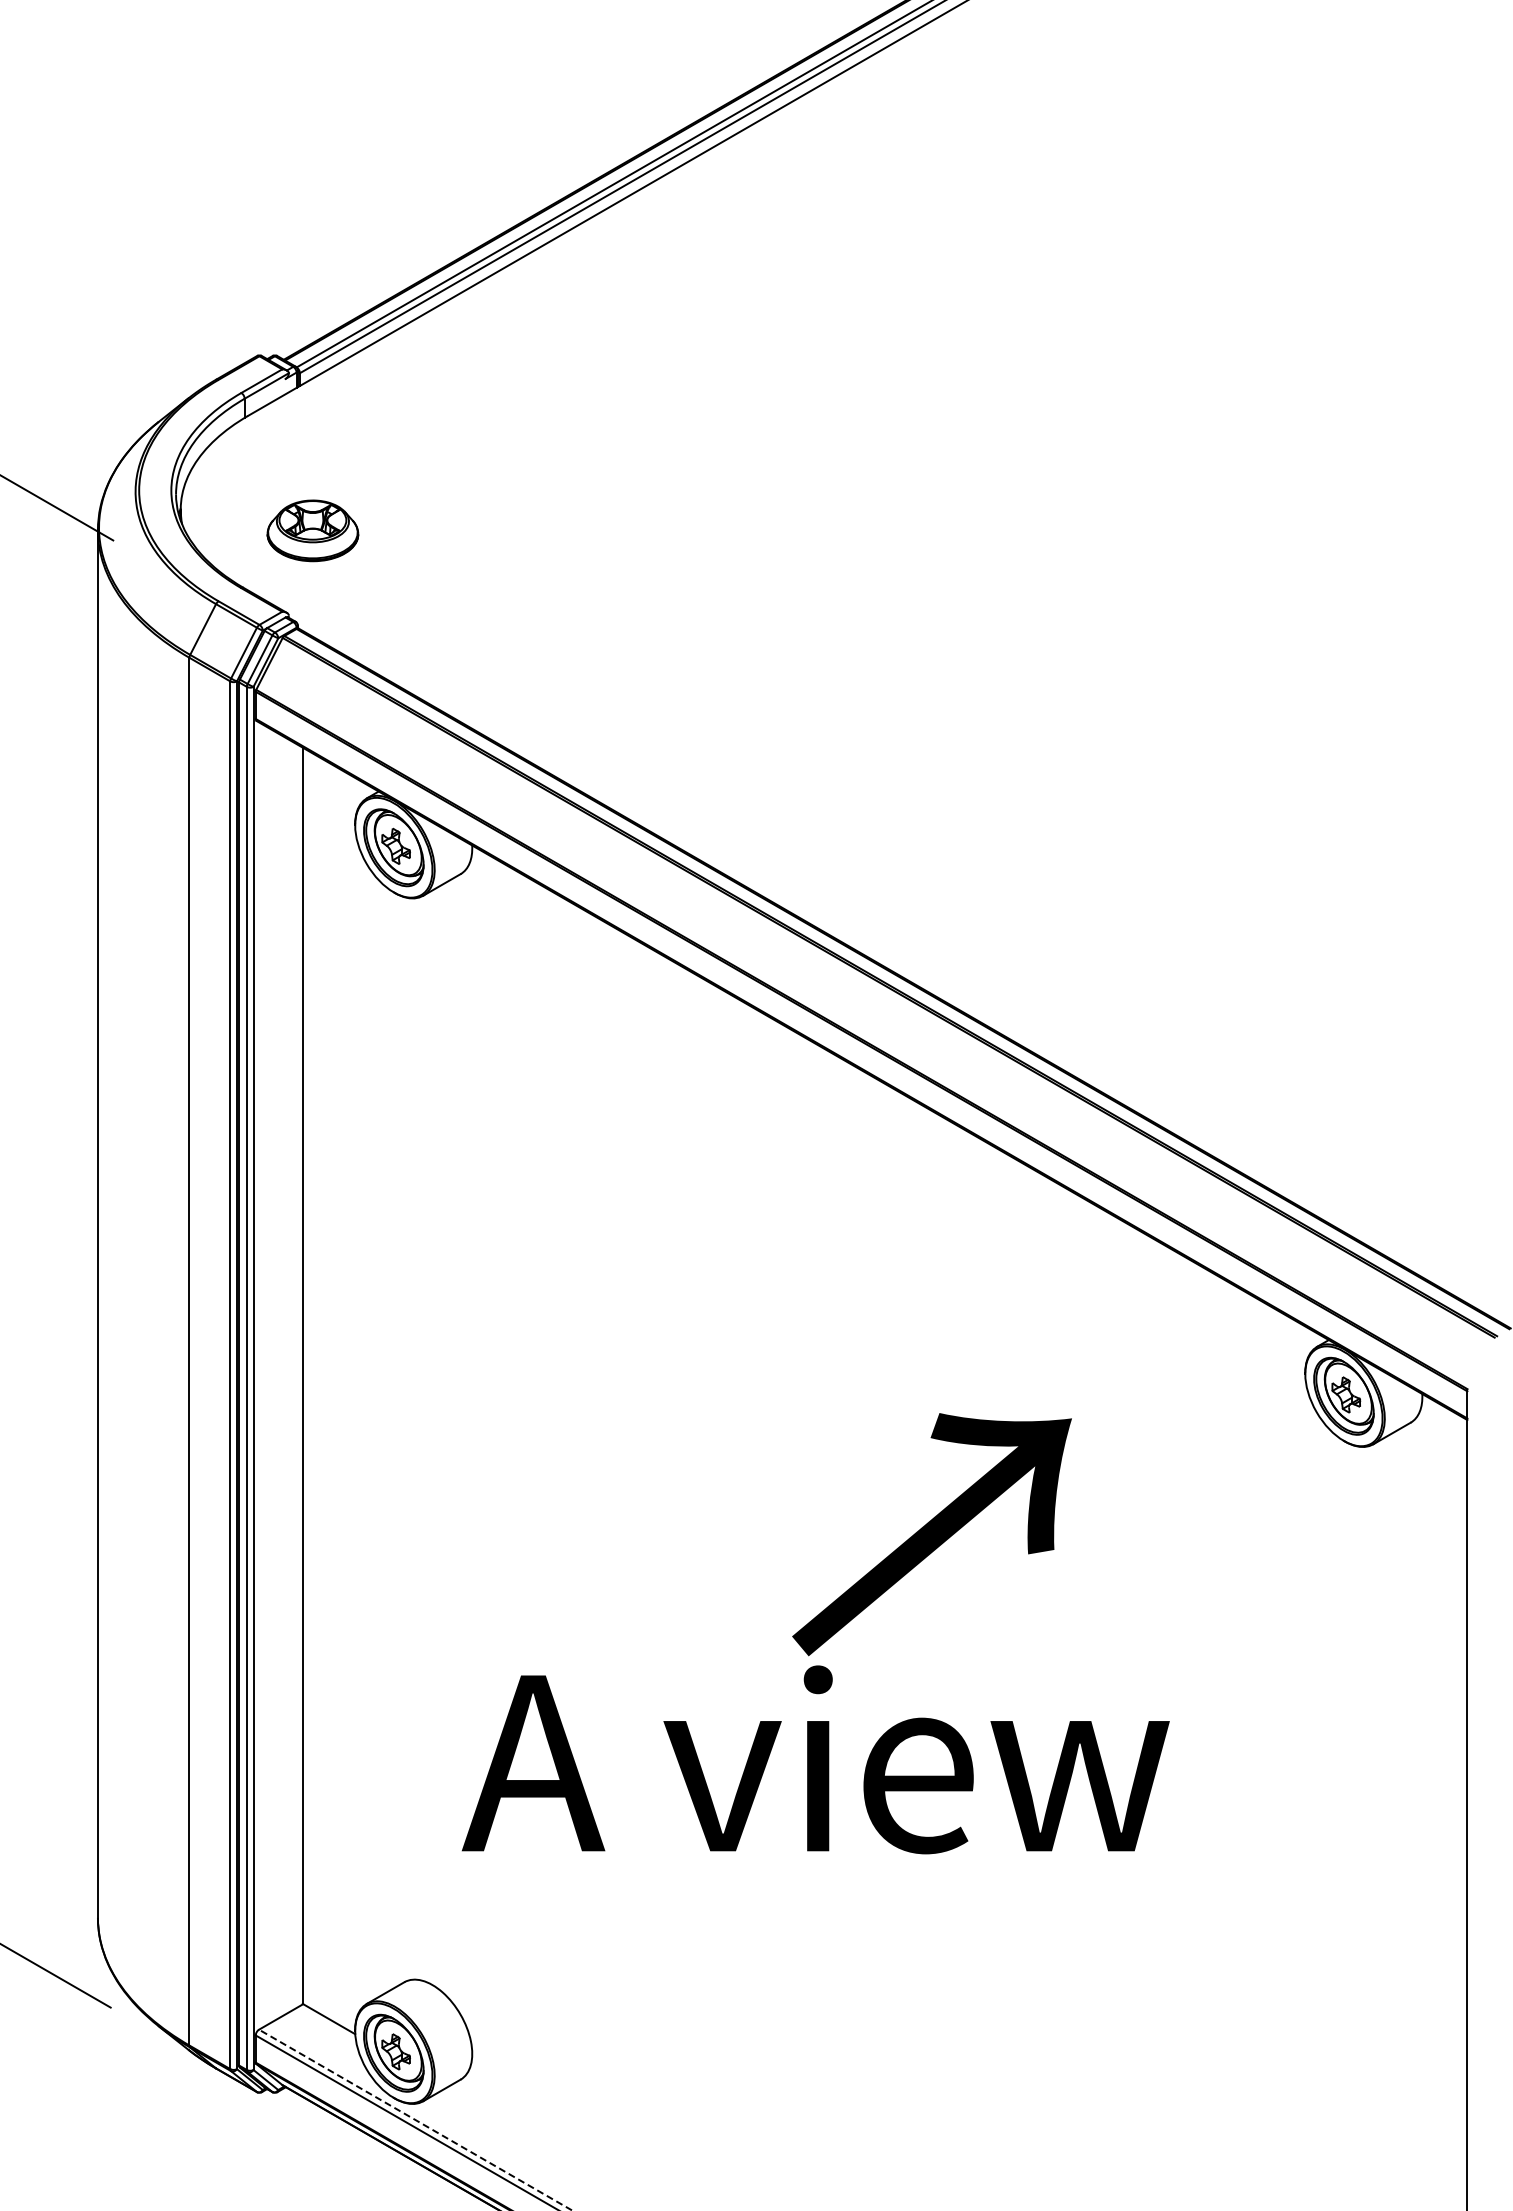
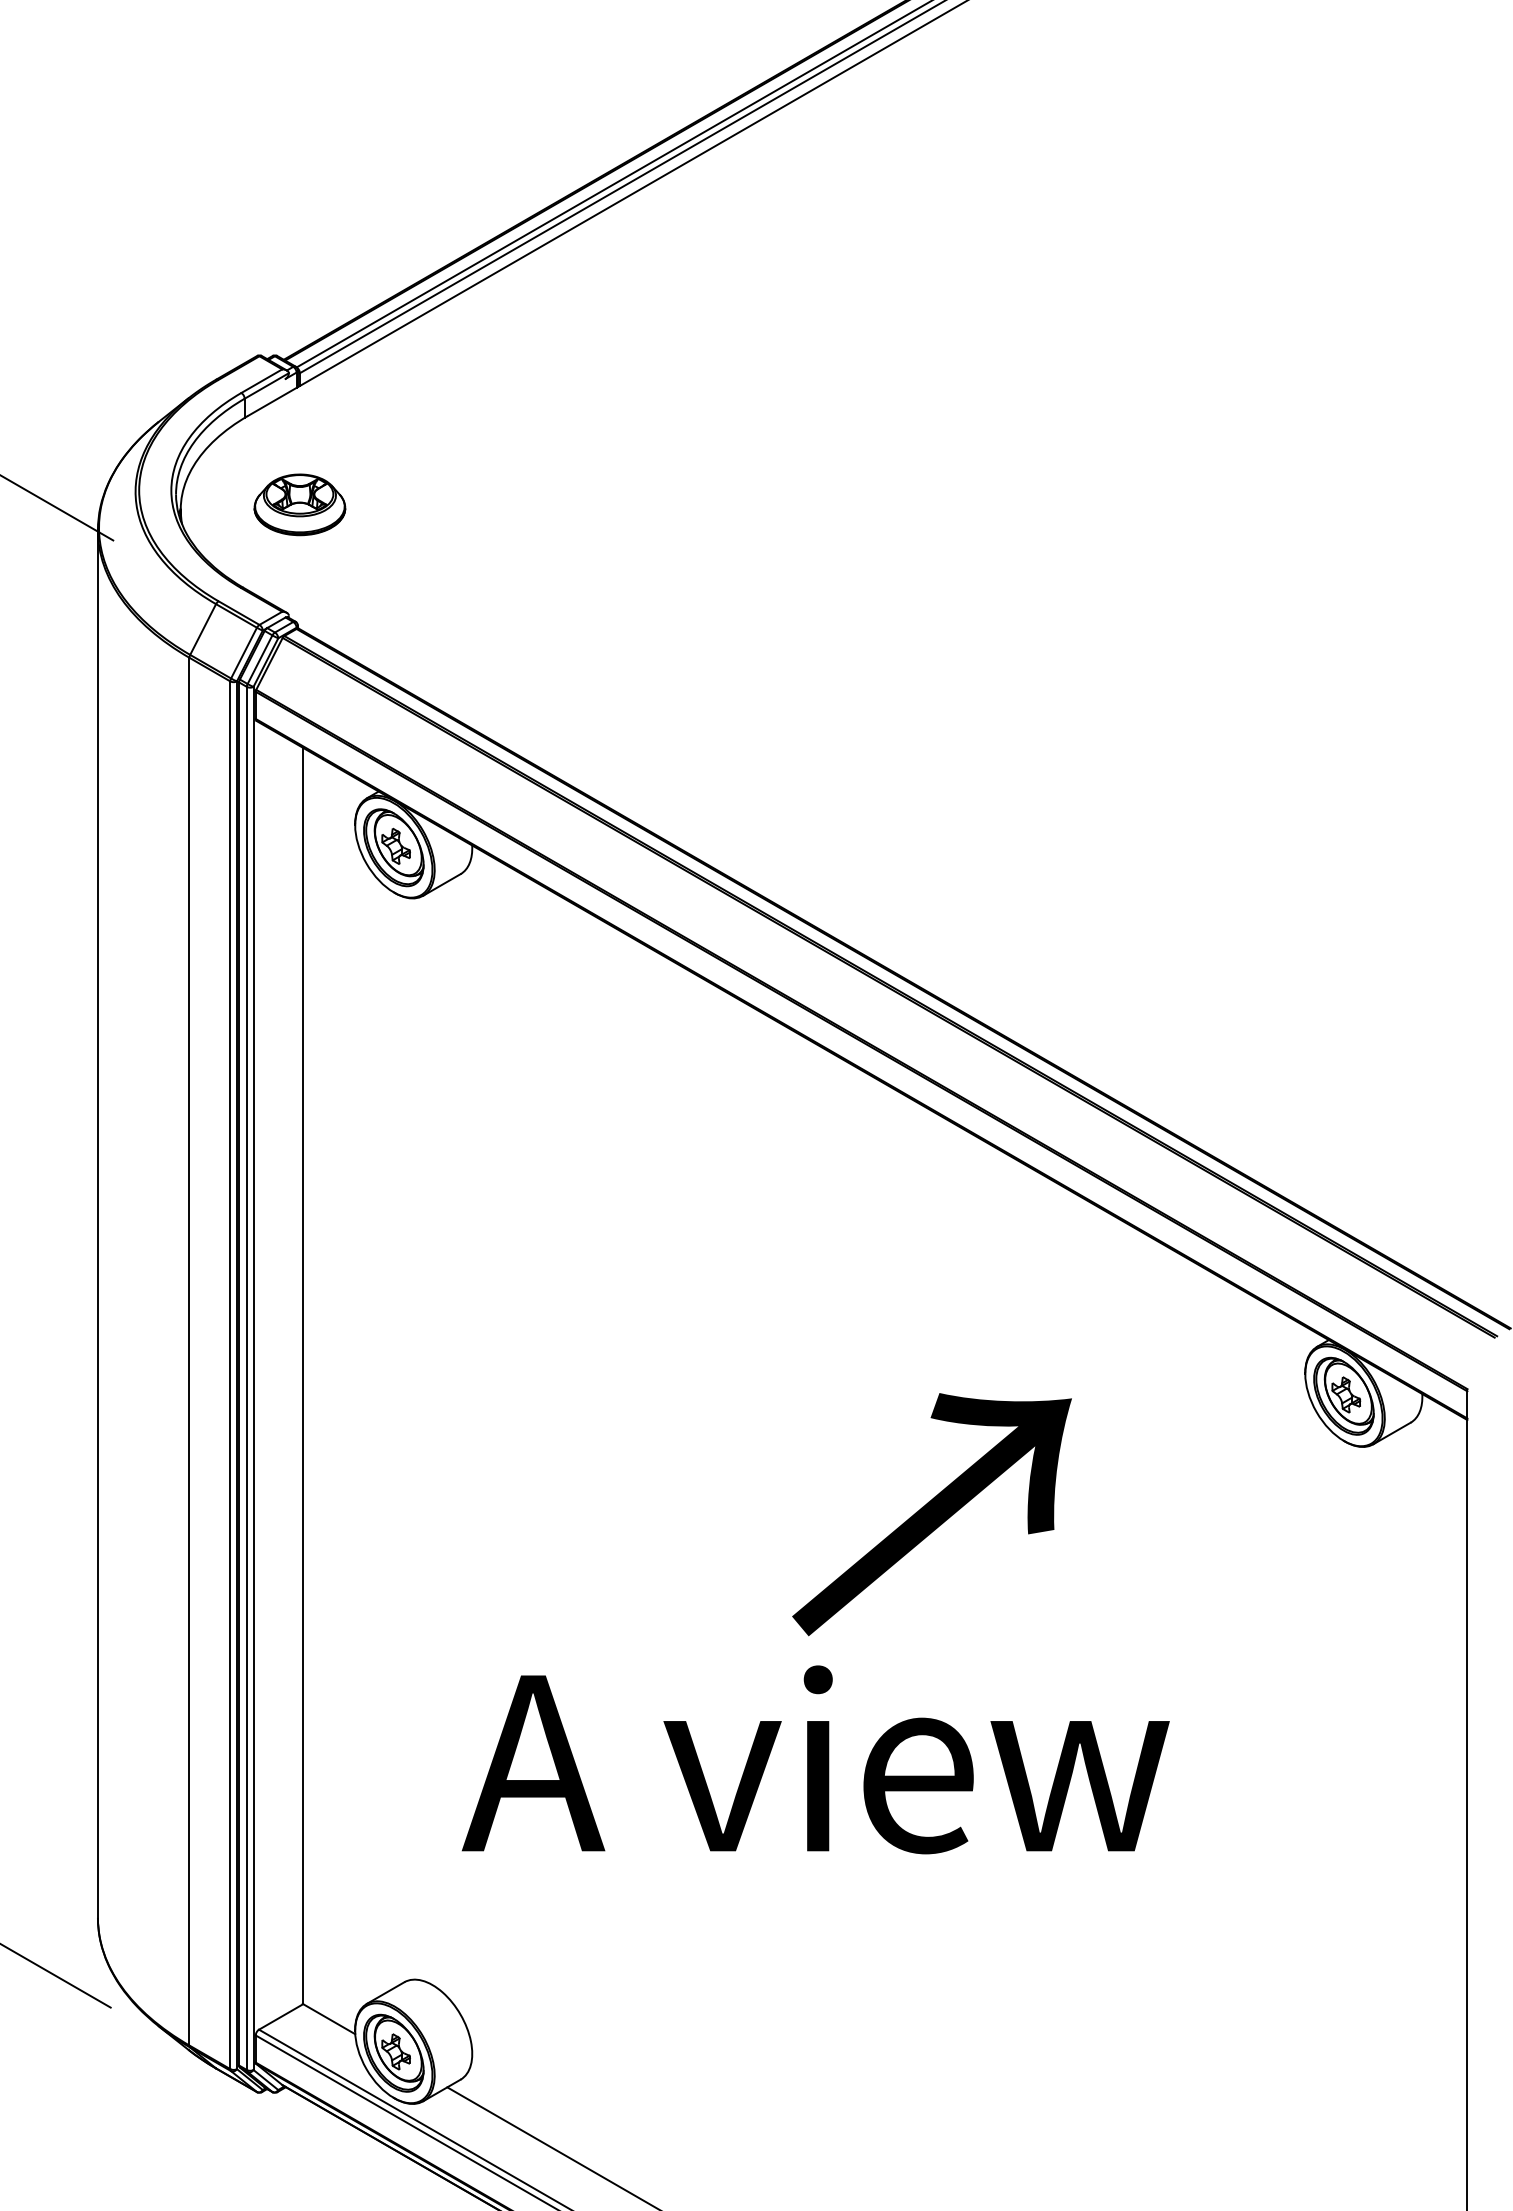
part at (312, 530) position: (312, 530) -> (299, 504)
text at (931, 1534) position: (931, 1534) -> (931, 1514)
line at (415, 2120): dashed -> solid
line at (551, 2147): none -> present
